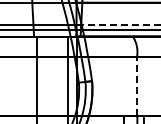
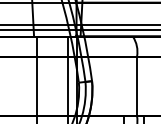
line at (118, 24): dashed -> solid
line at (137, 86): dashed -> solid
